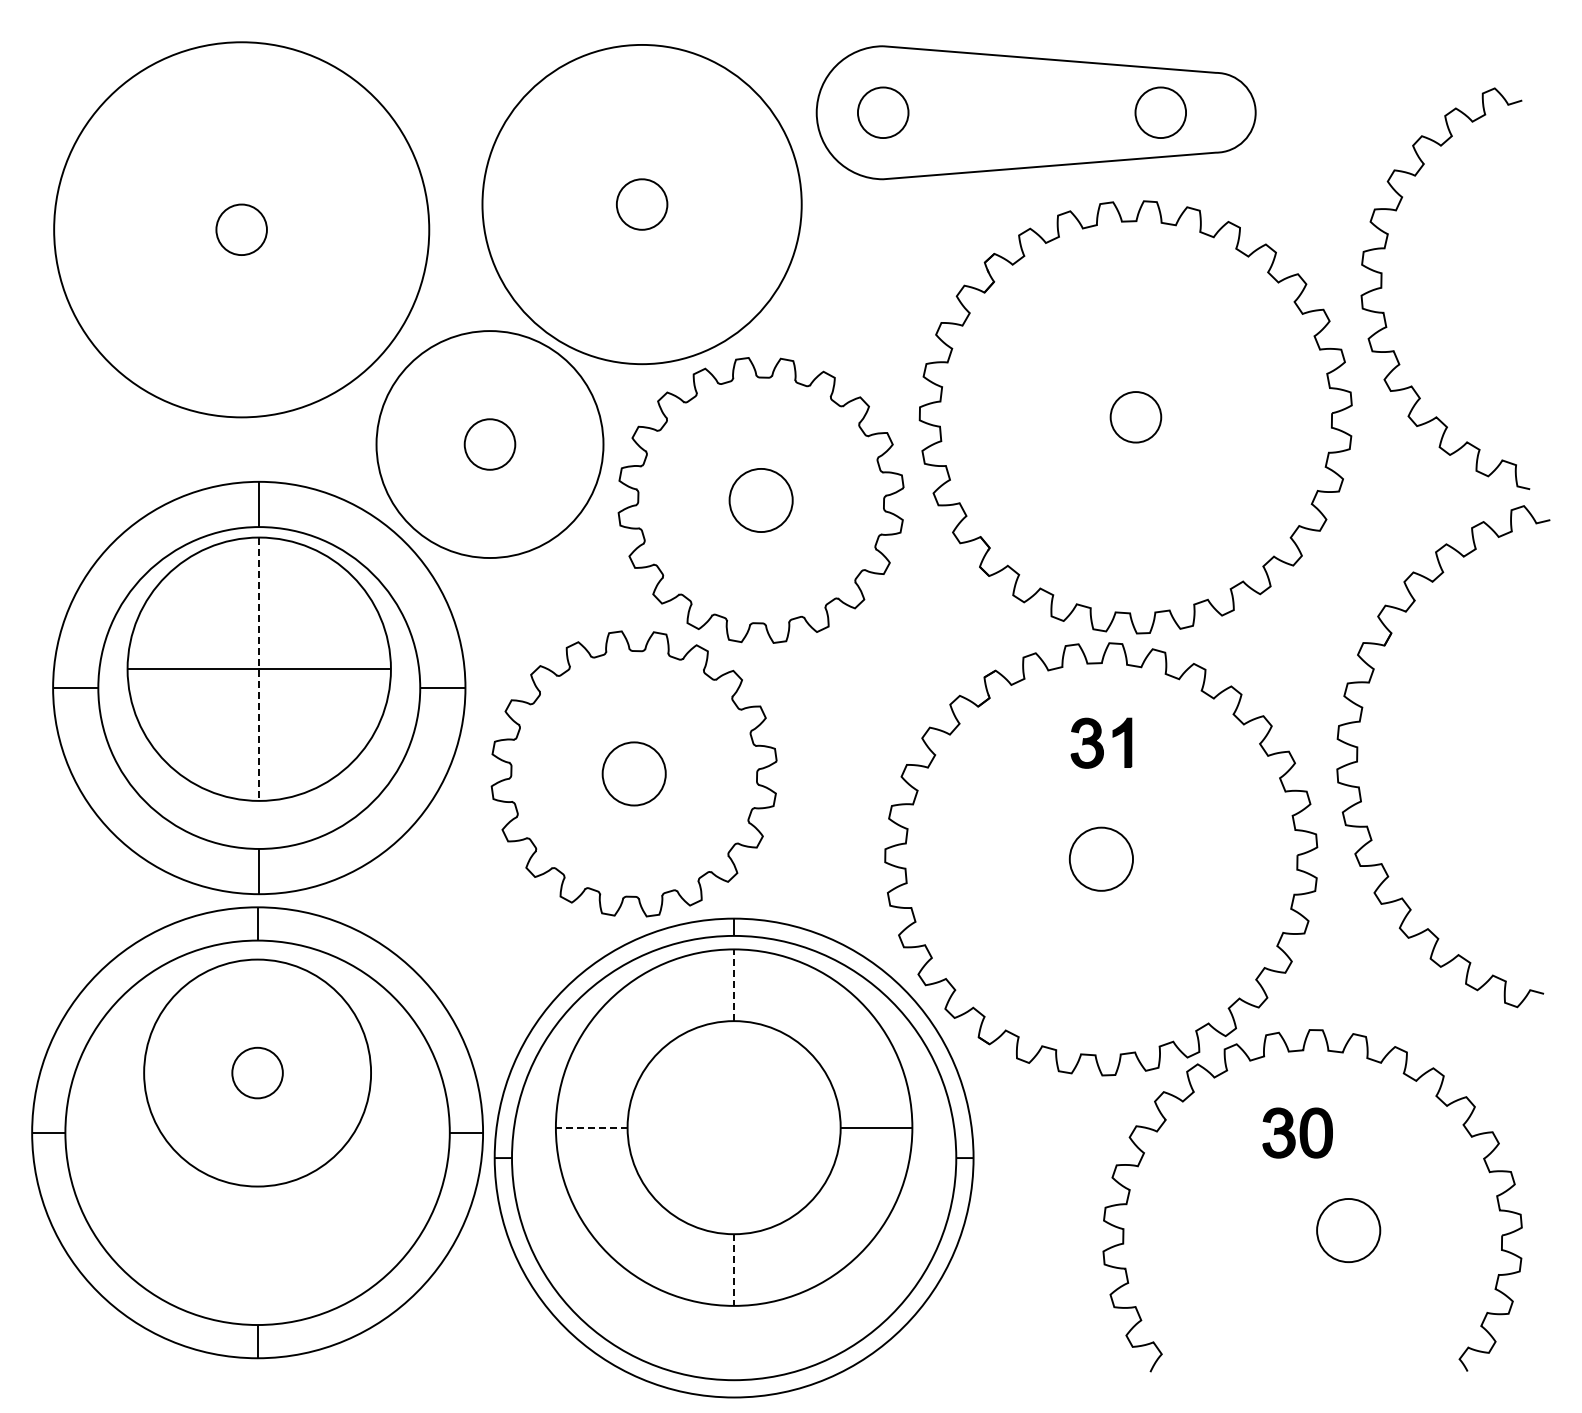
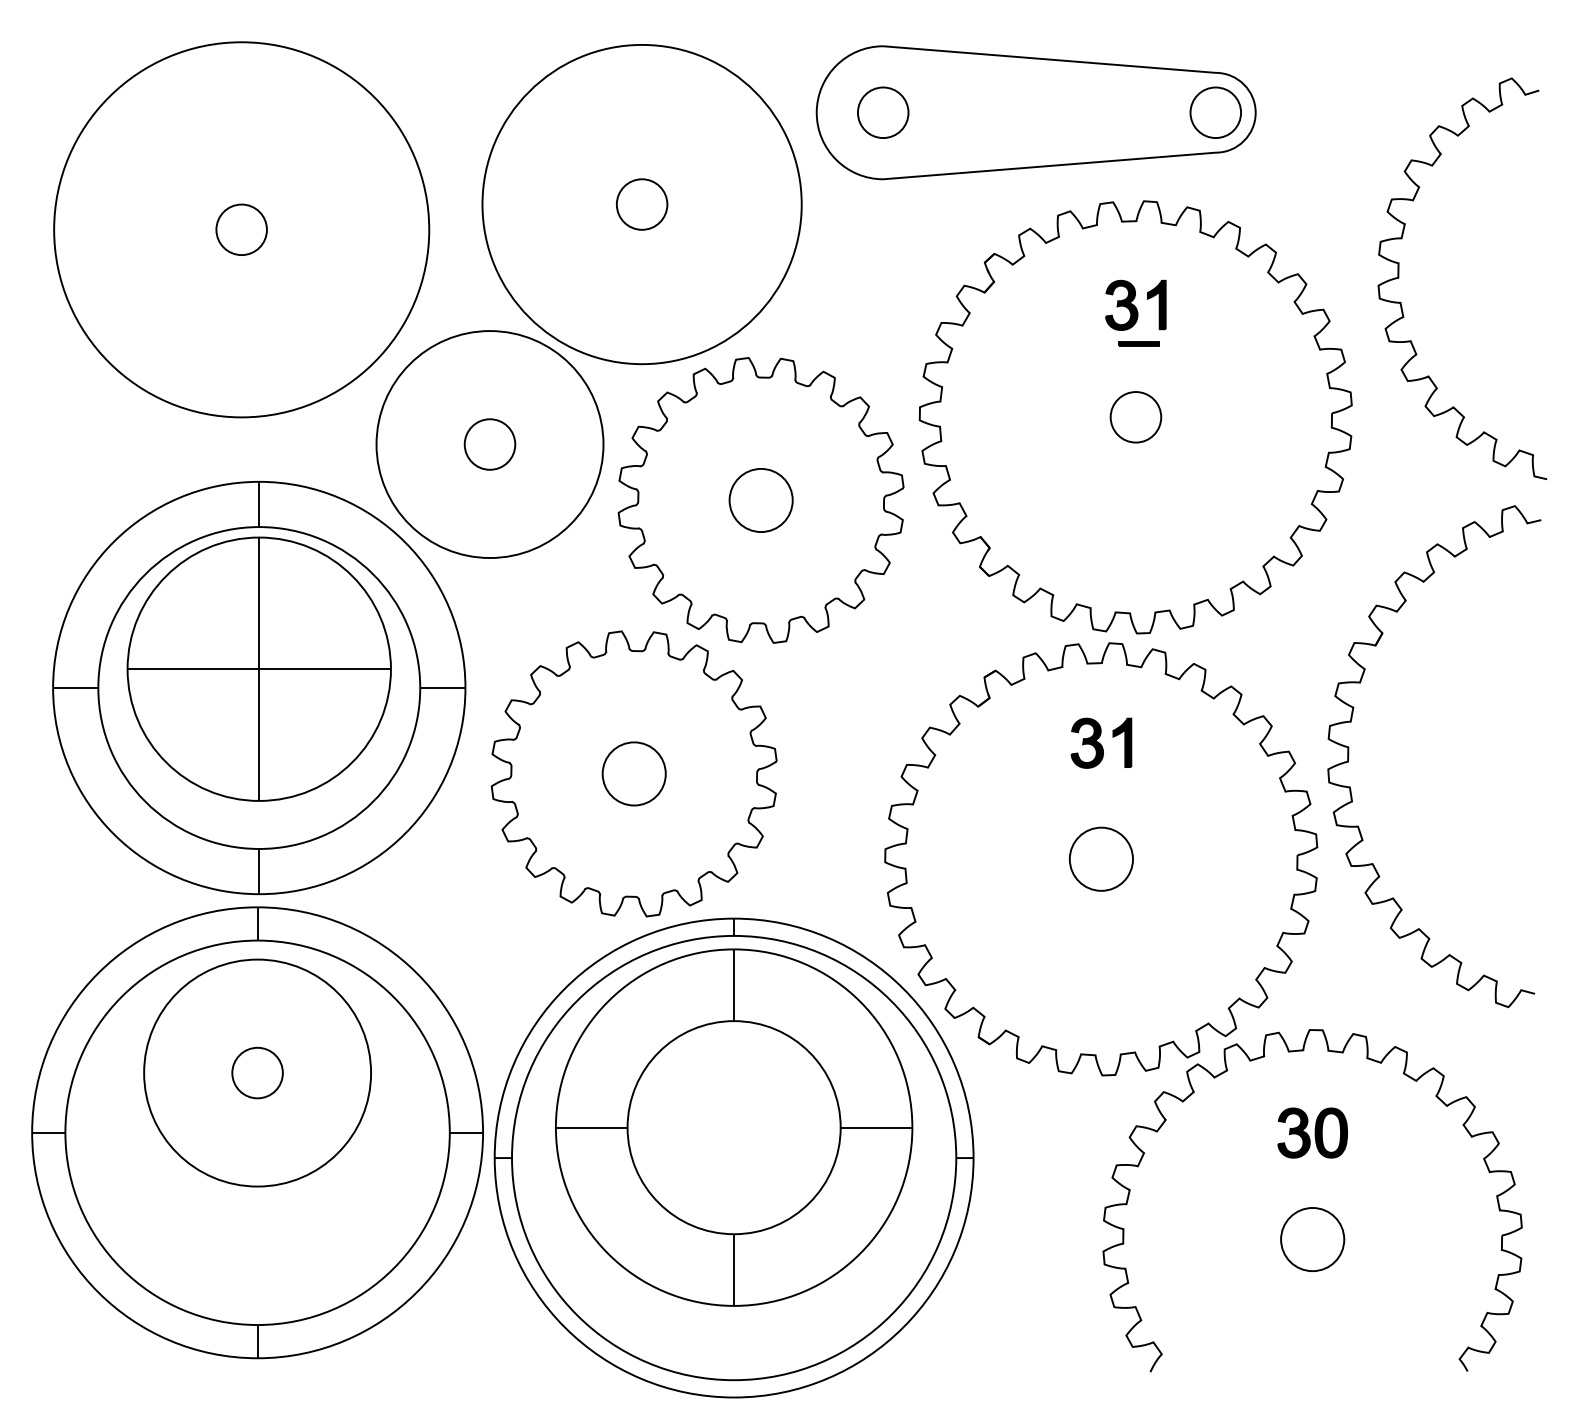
part at (1160, 112) position: (1160, 112) -> (1215, 112)
curve at (1382, 288) position: (1382, 288) -> (1399, 278)
part at (1135, 312): none -> present
line at (259, 669): dashed -> solid
part at (1358, 756) position: (1358, 756) -> (1349, 756)
line at (734, 985): dashed -> solid
line at (591, 1127): dashed -> solid
part at (1297, 1132) position: (1297, 1132) -> (1312, 1132)
part at (1348, 1230) position: (1348, 1230) -> (1312, 1239)
line at (734, 1270): dashed -> solid
